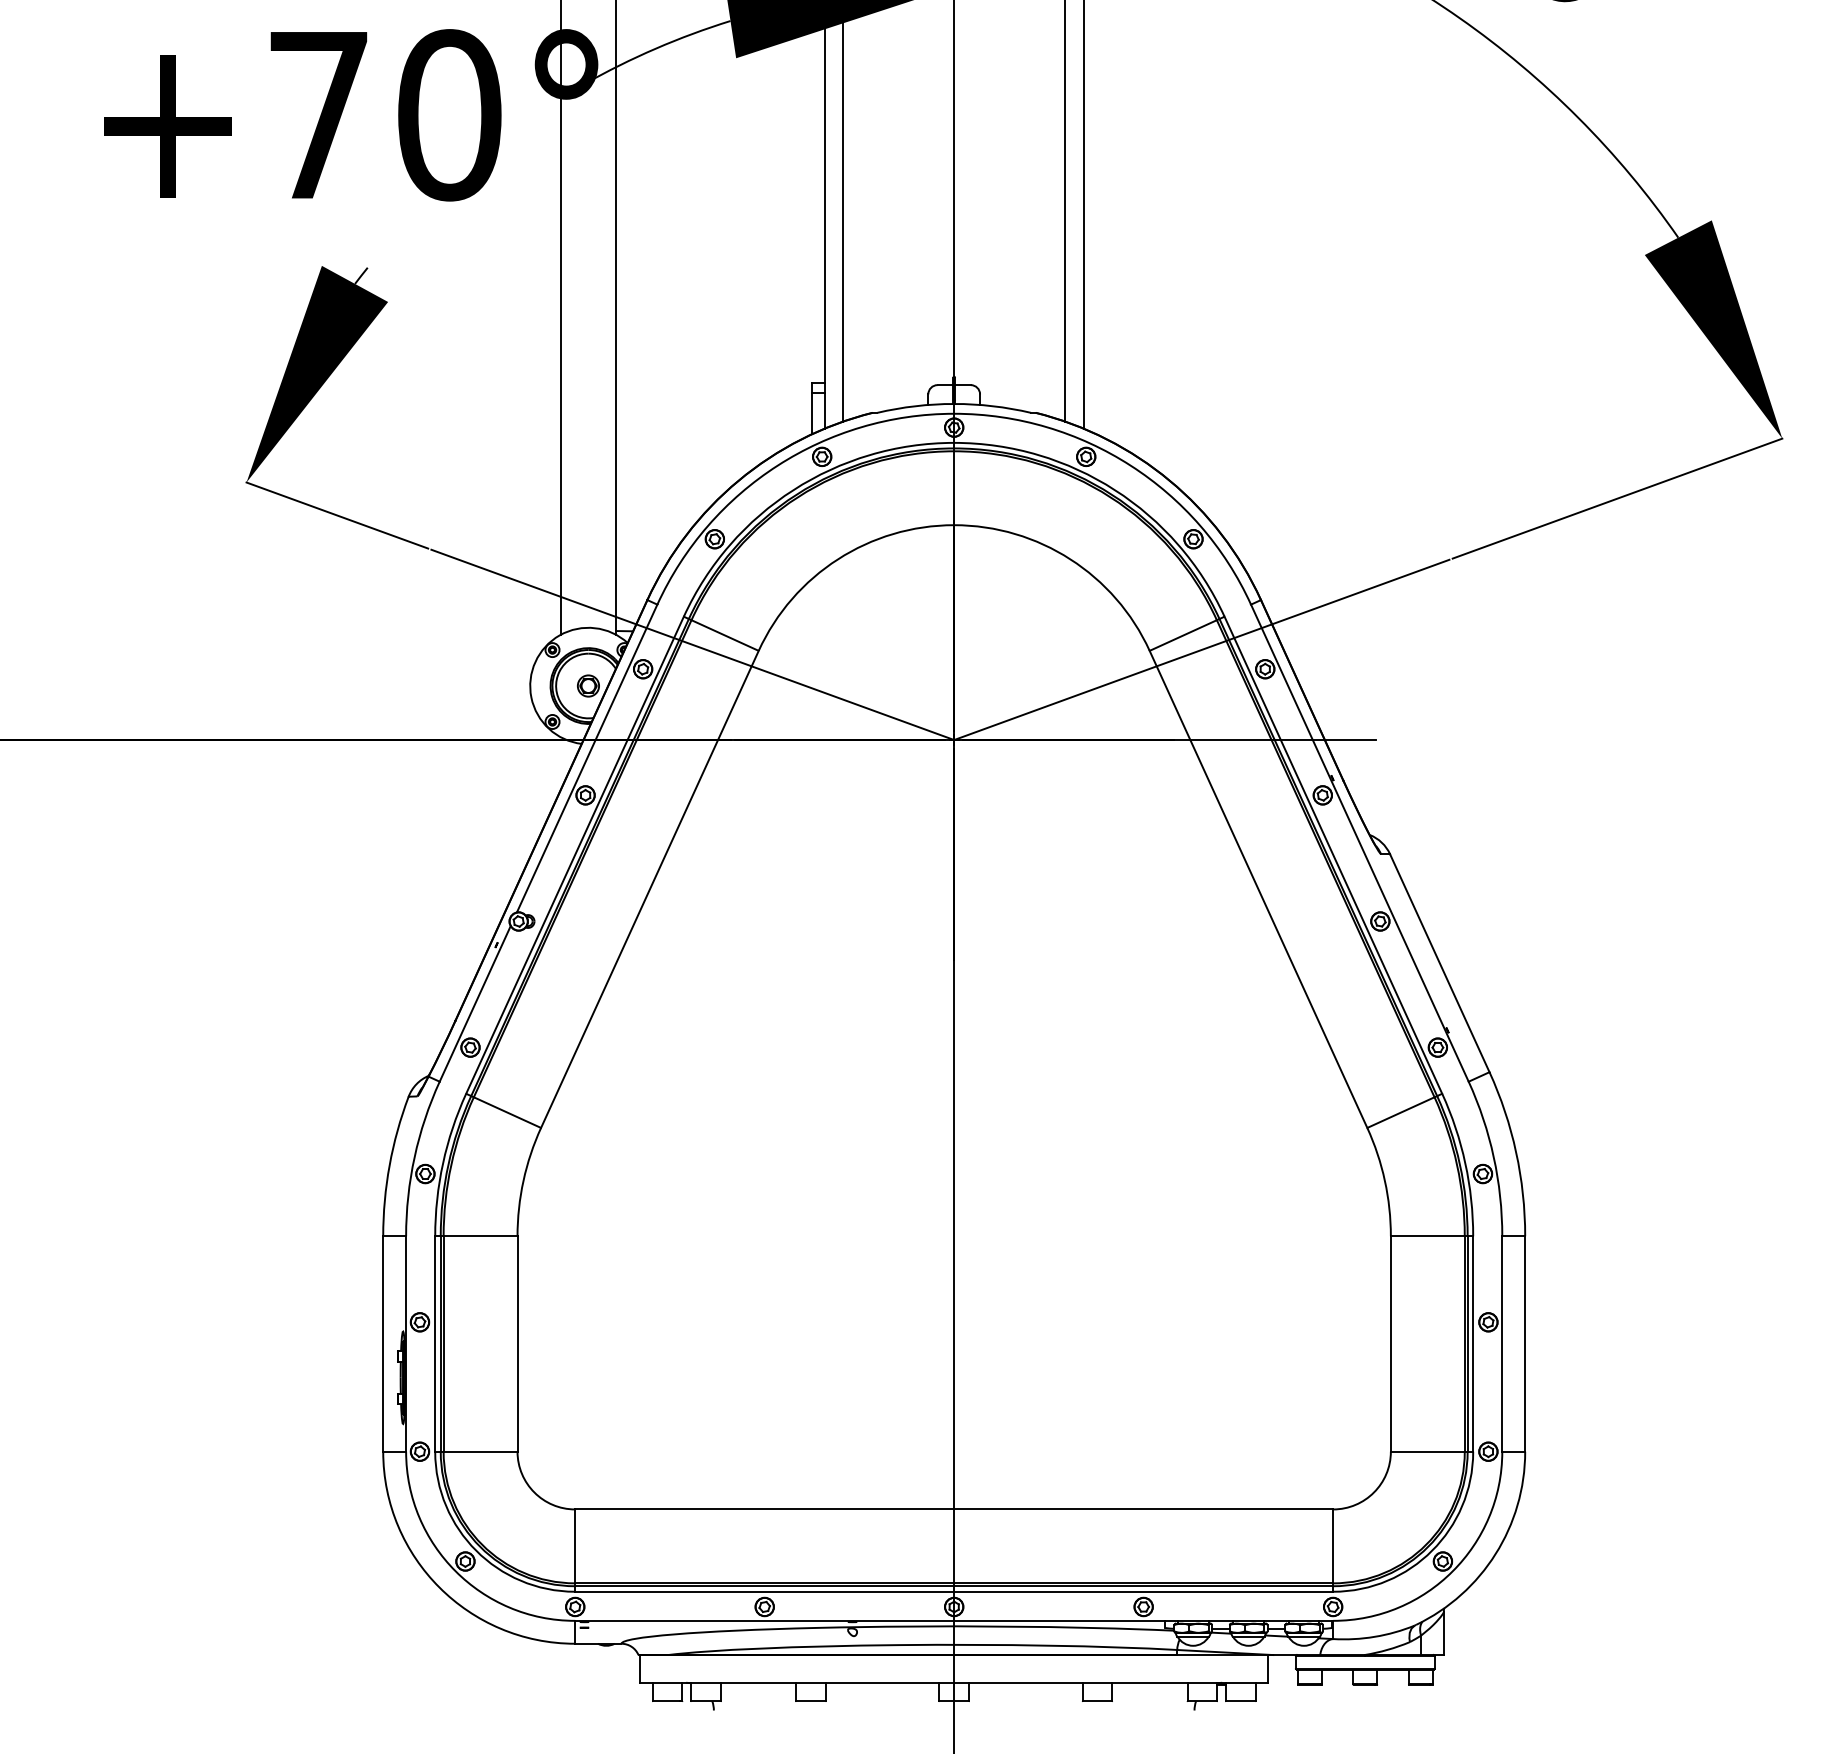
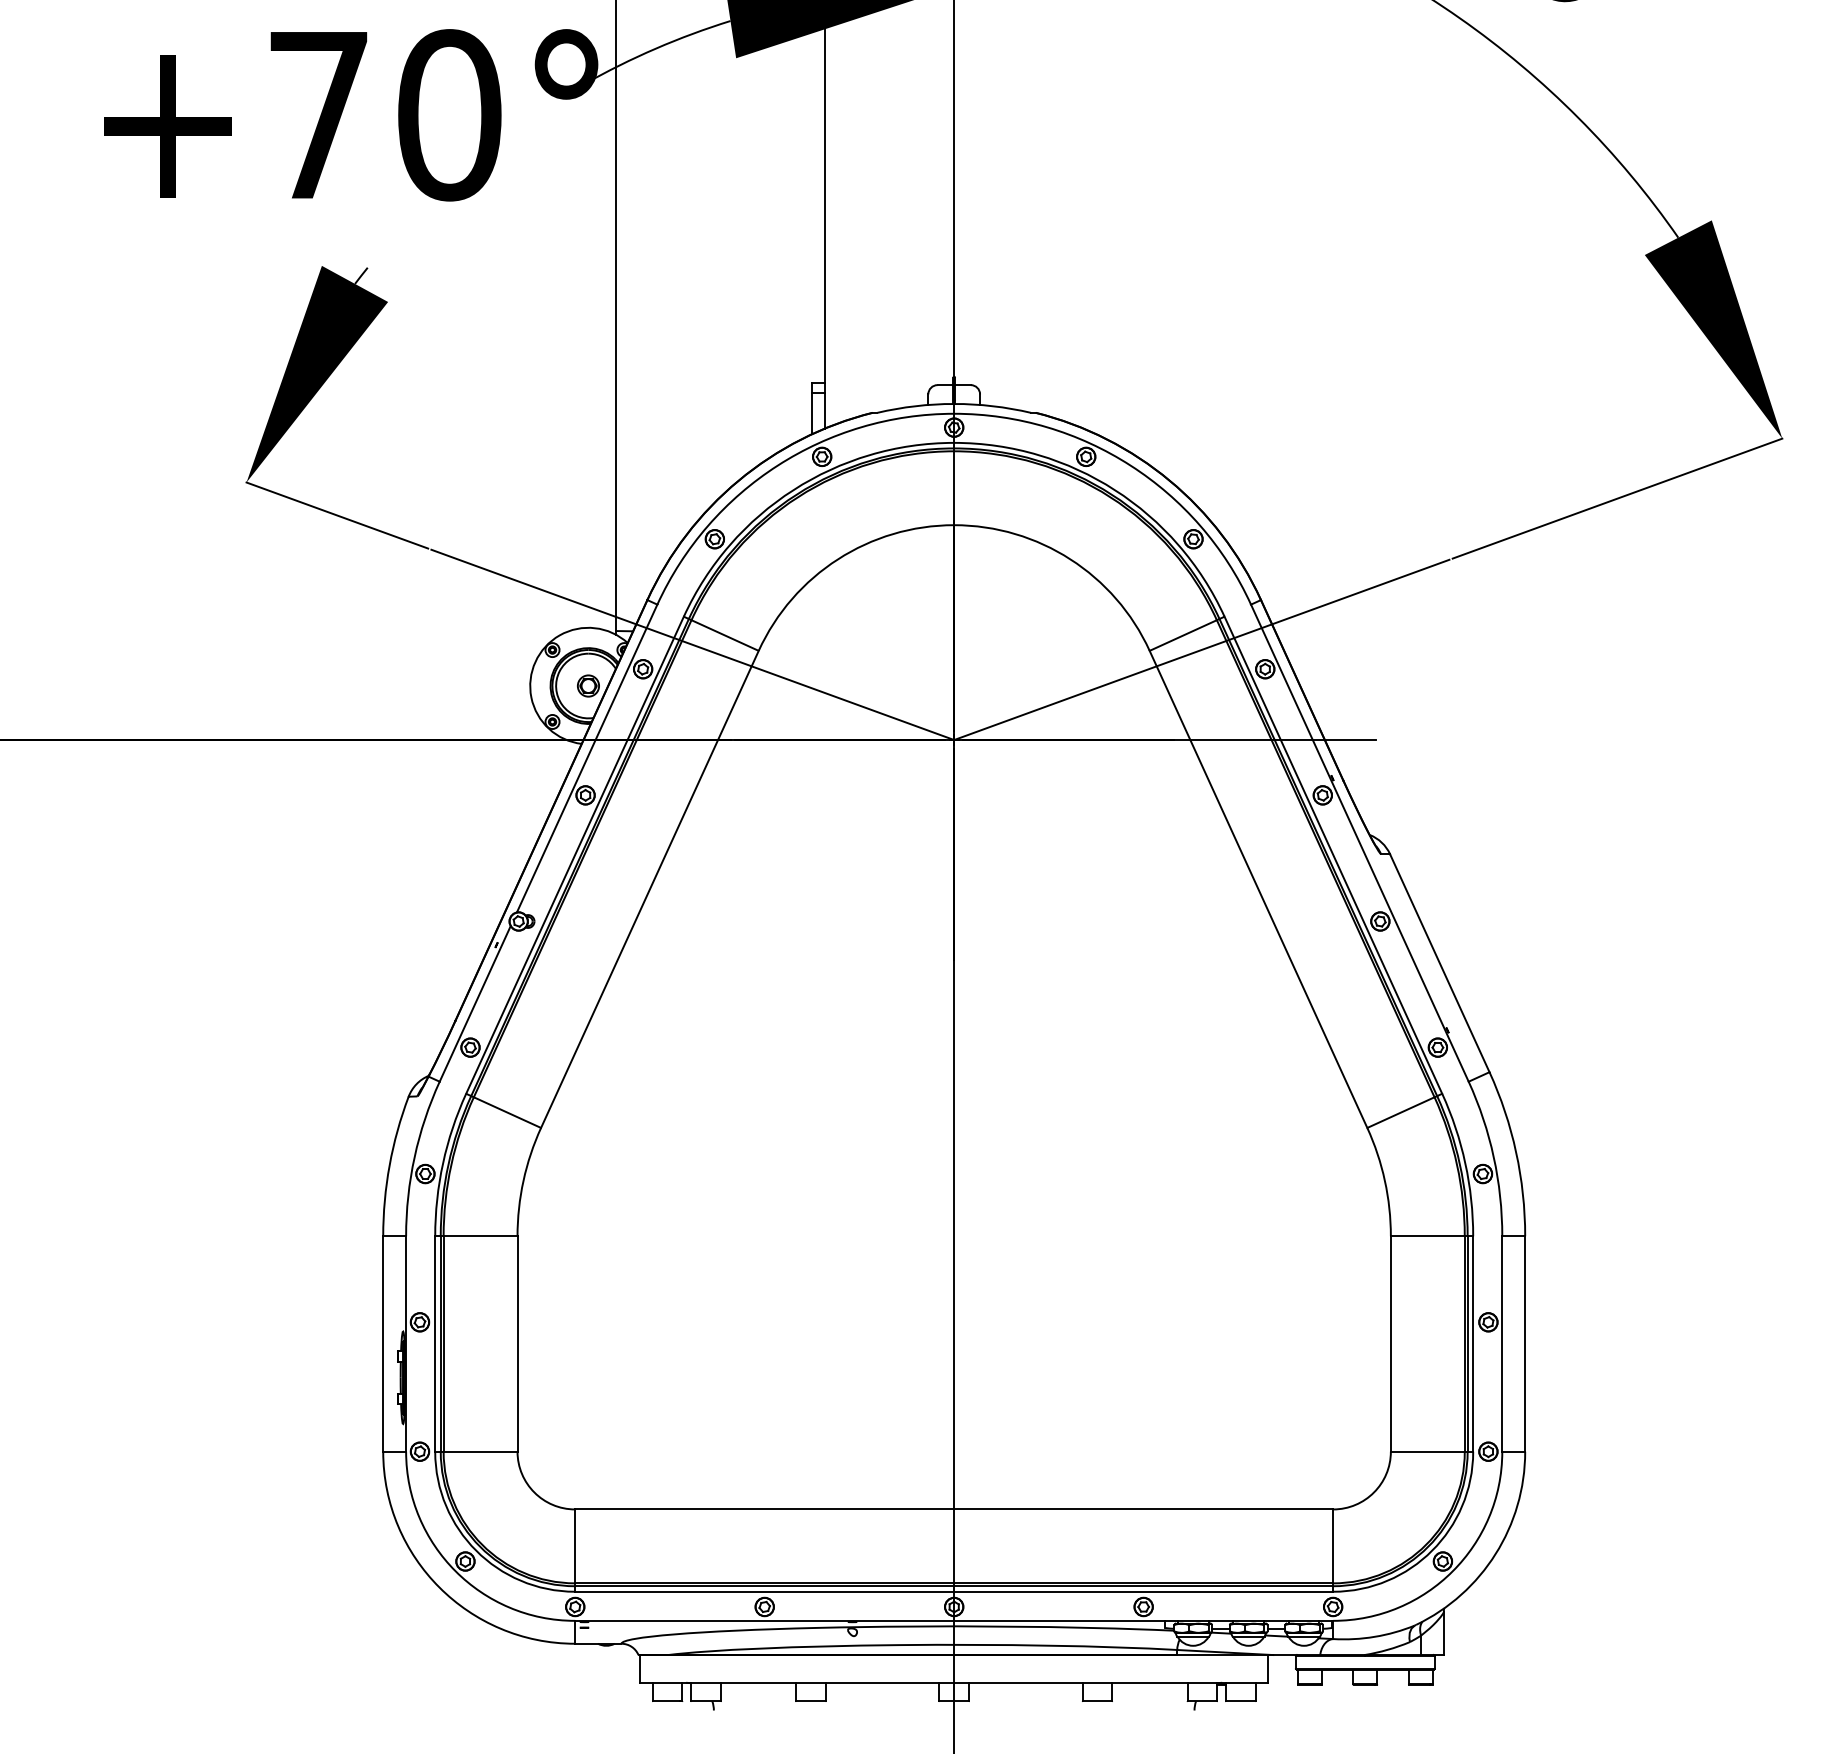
line at (843, 211): present -> none
line at (1065, 211): present -> none
line at (1083, 215): present -> none
line at (560, 318): present -> none
